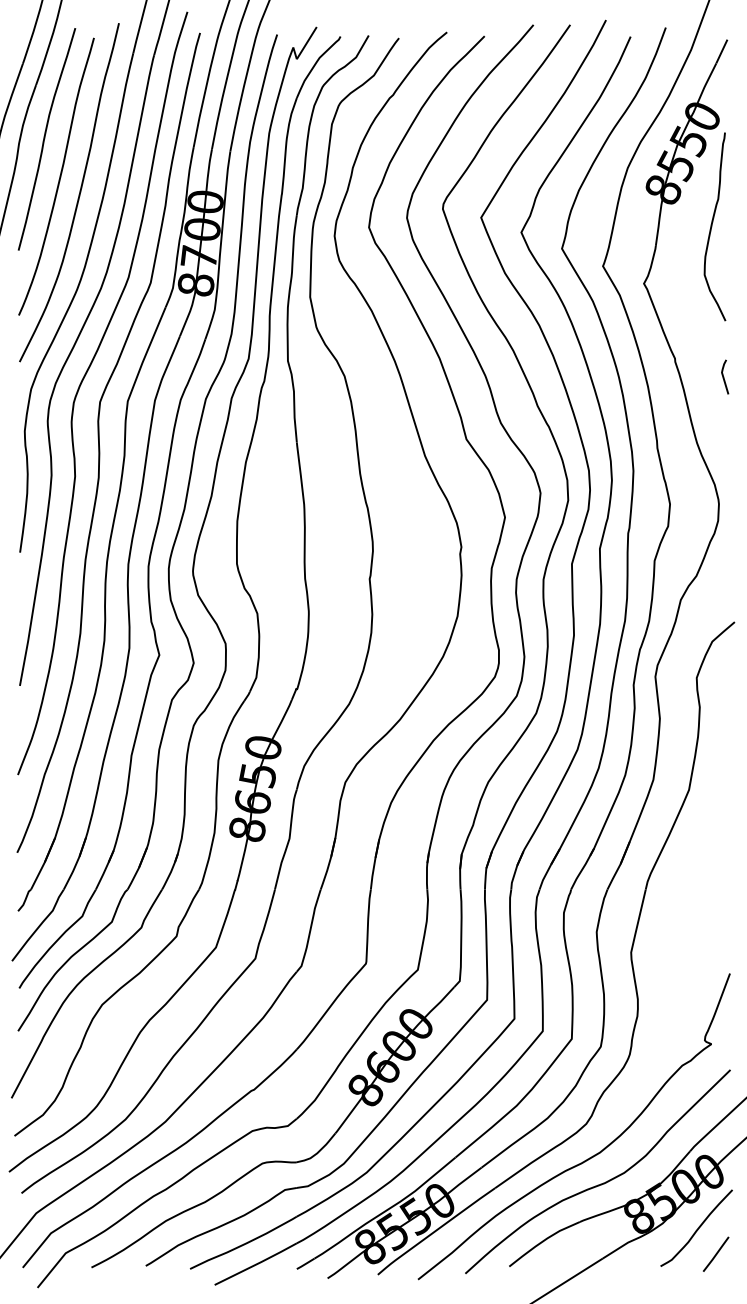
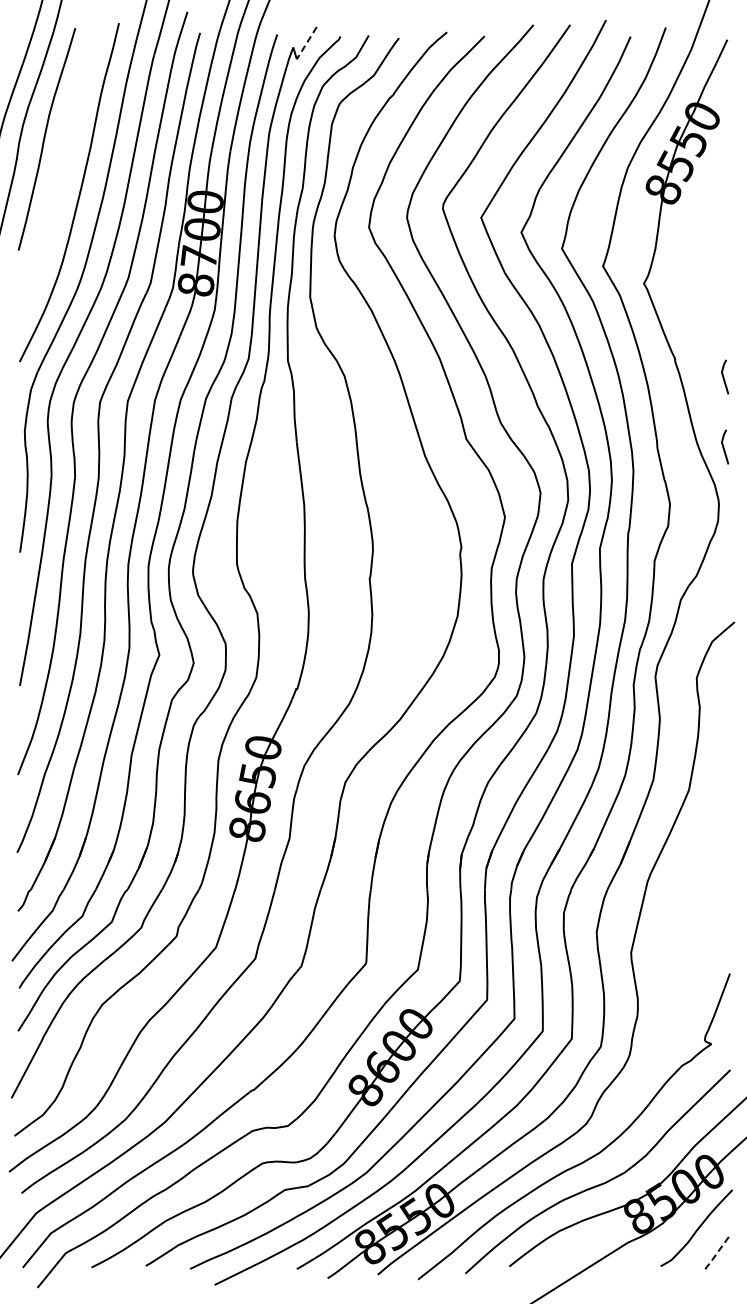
line at (306, 43): solid -> dashed
curve at (59, 176): present -> none
curve at (712, 226): present -> none
line at (724, 446): none -> present
line at (715, 1255): solid -> dashed
